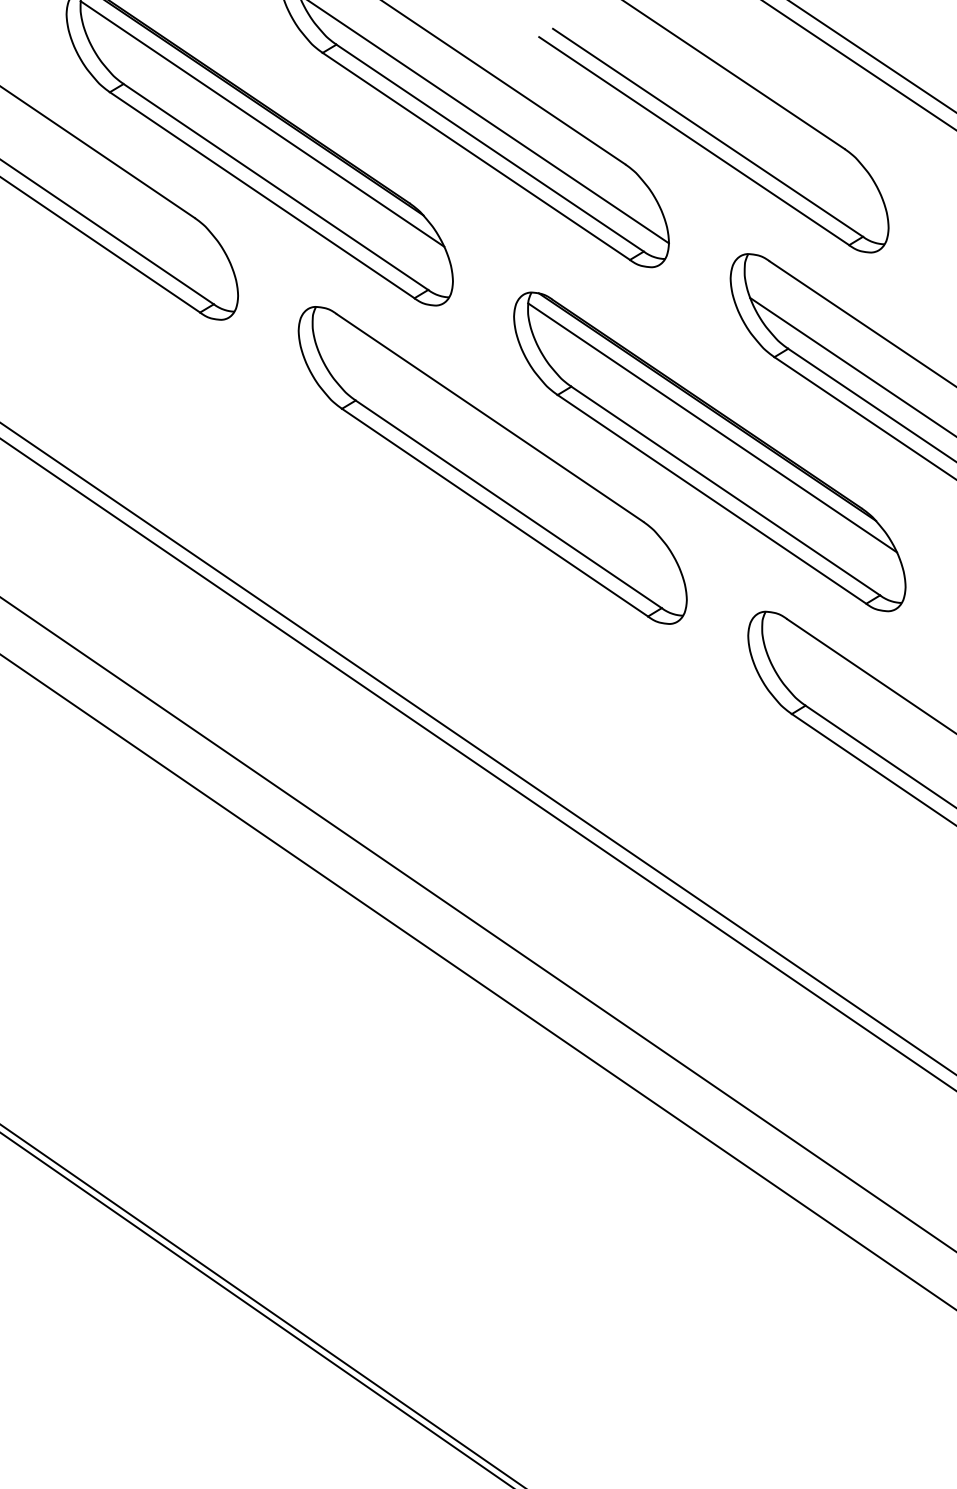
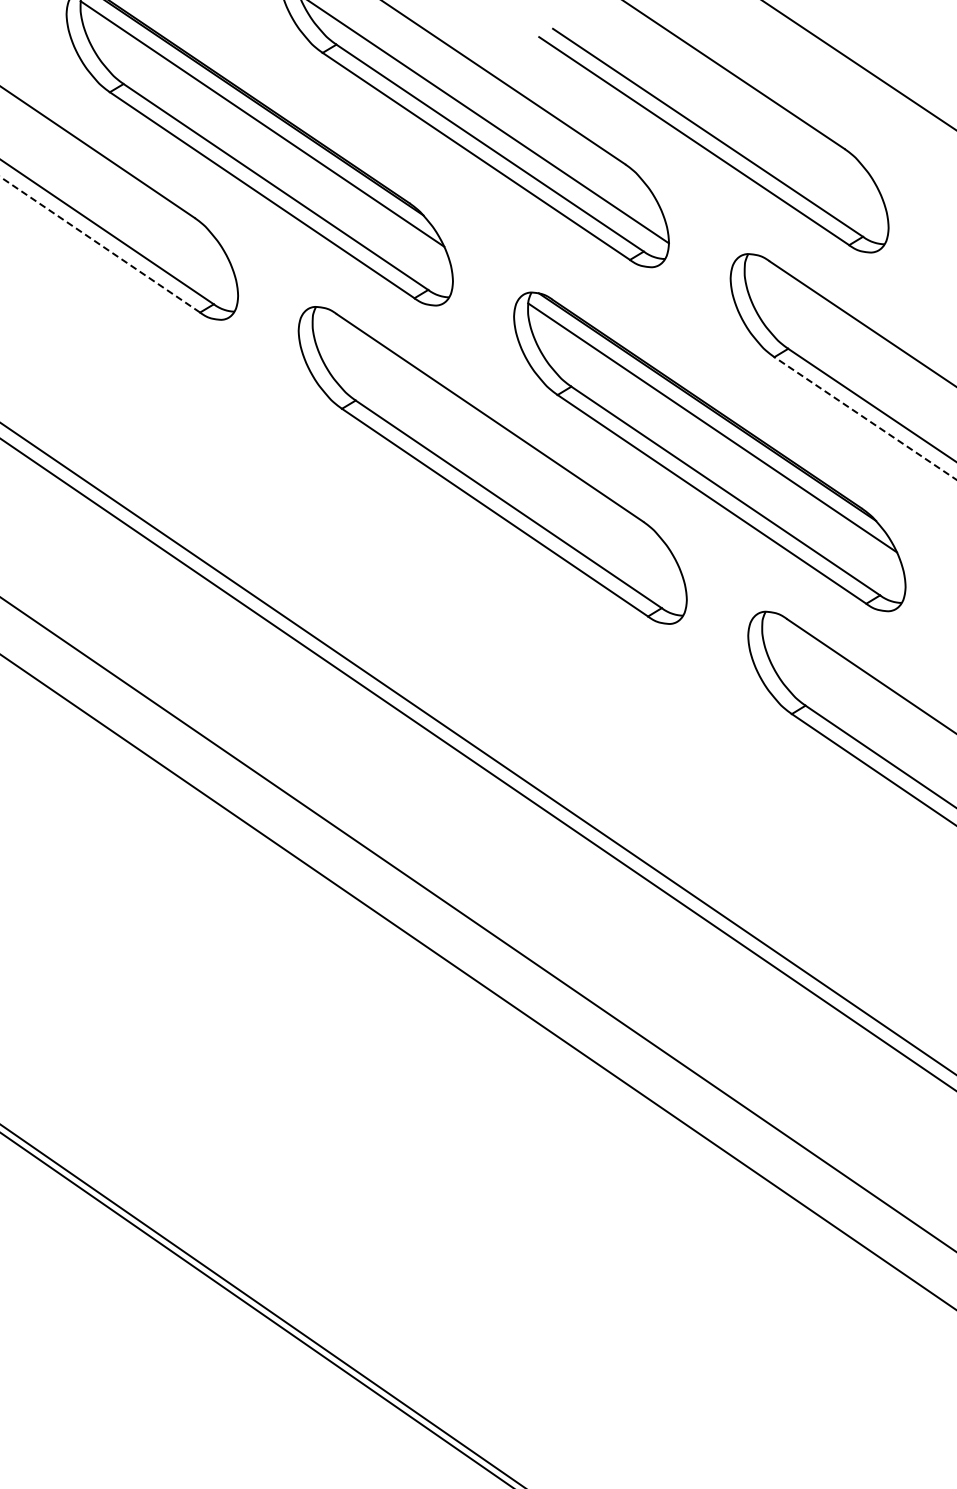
line at (871, 56): present -> none
line at (100, 244): solid -> dashed
line at (851, 365): present -> none
line at (865, 418): solid -> dashed
